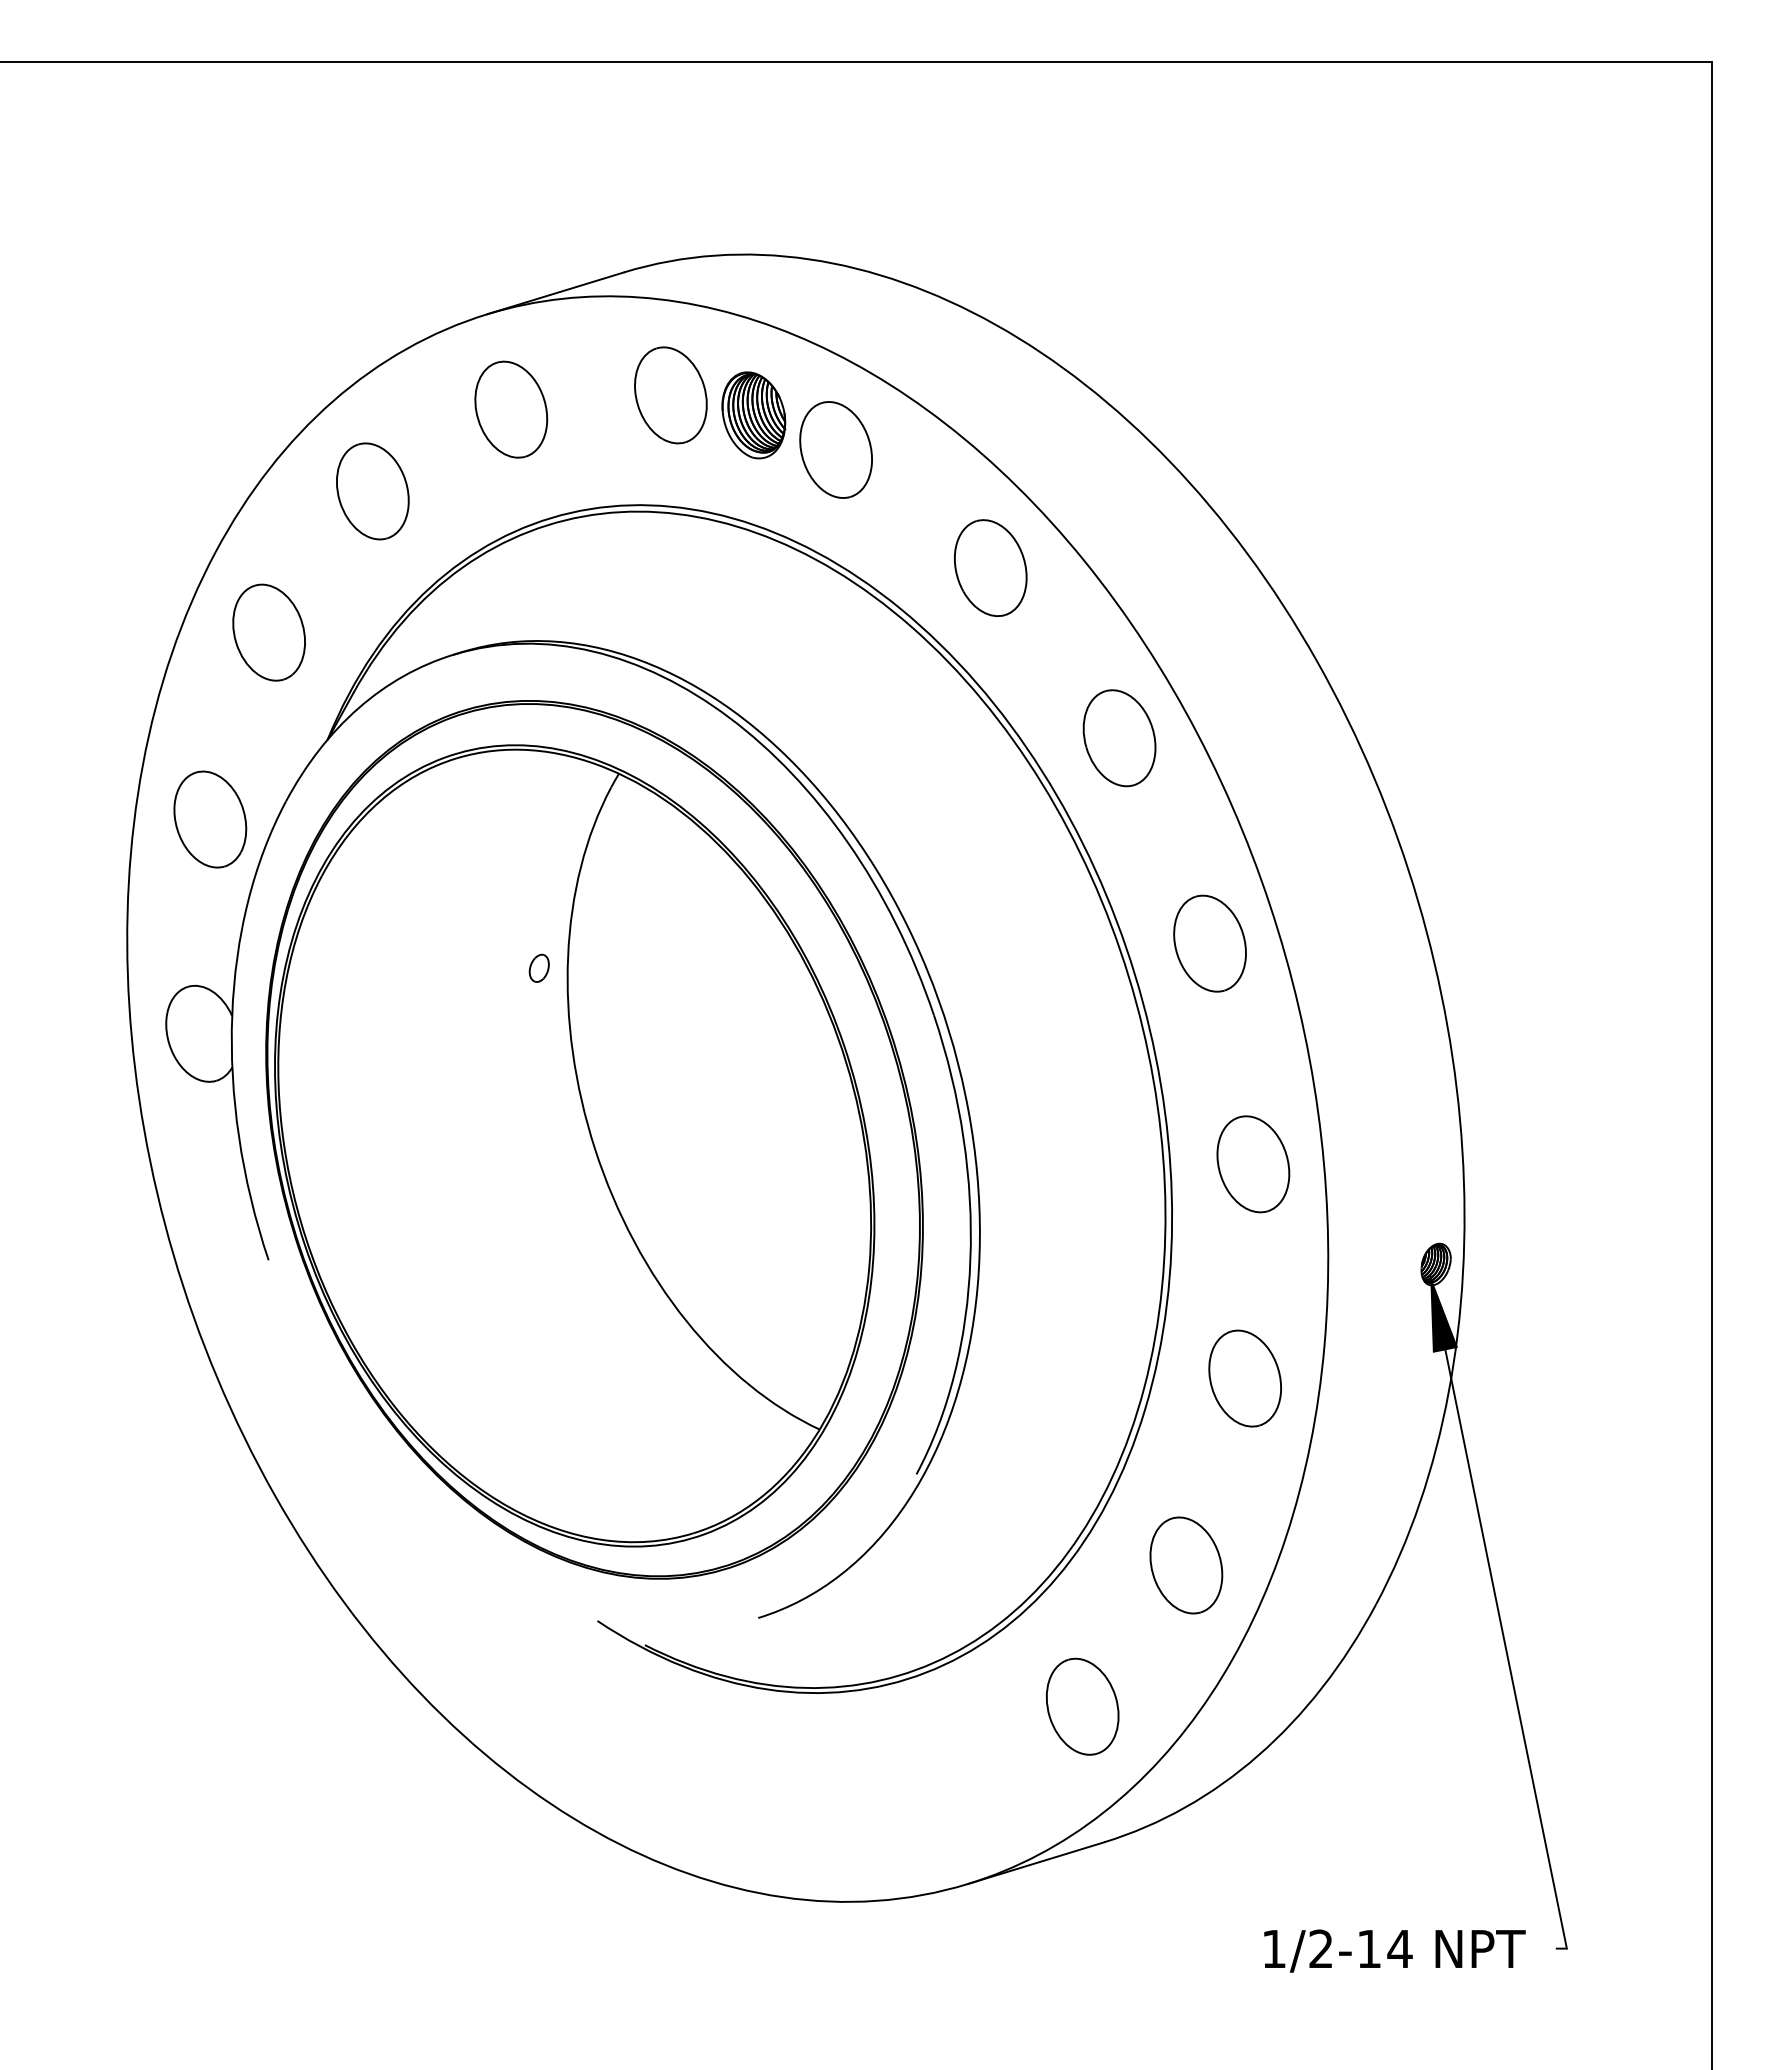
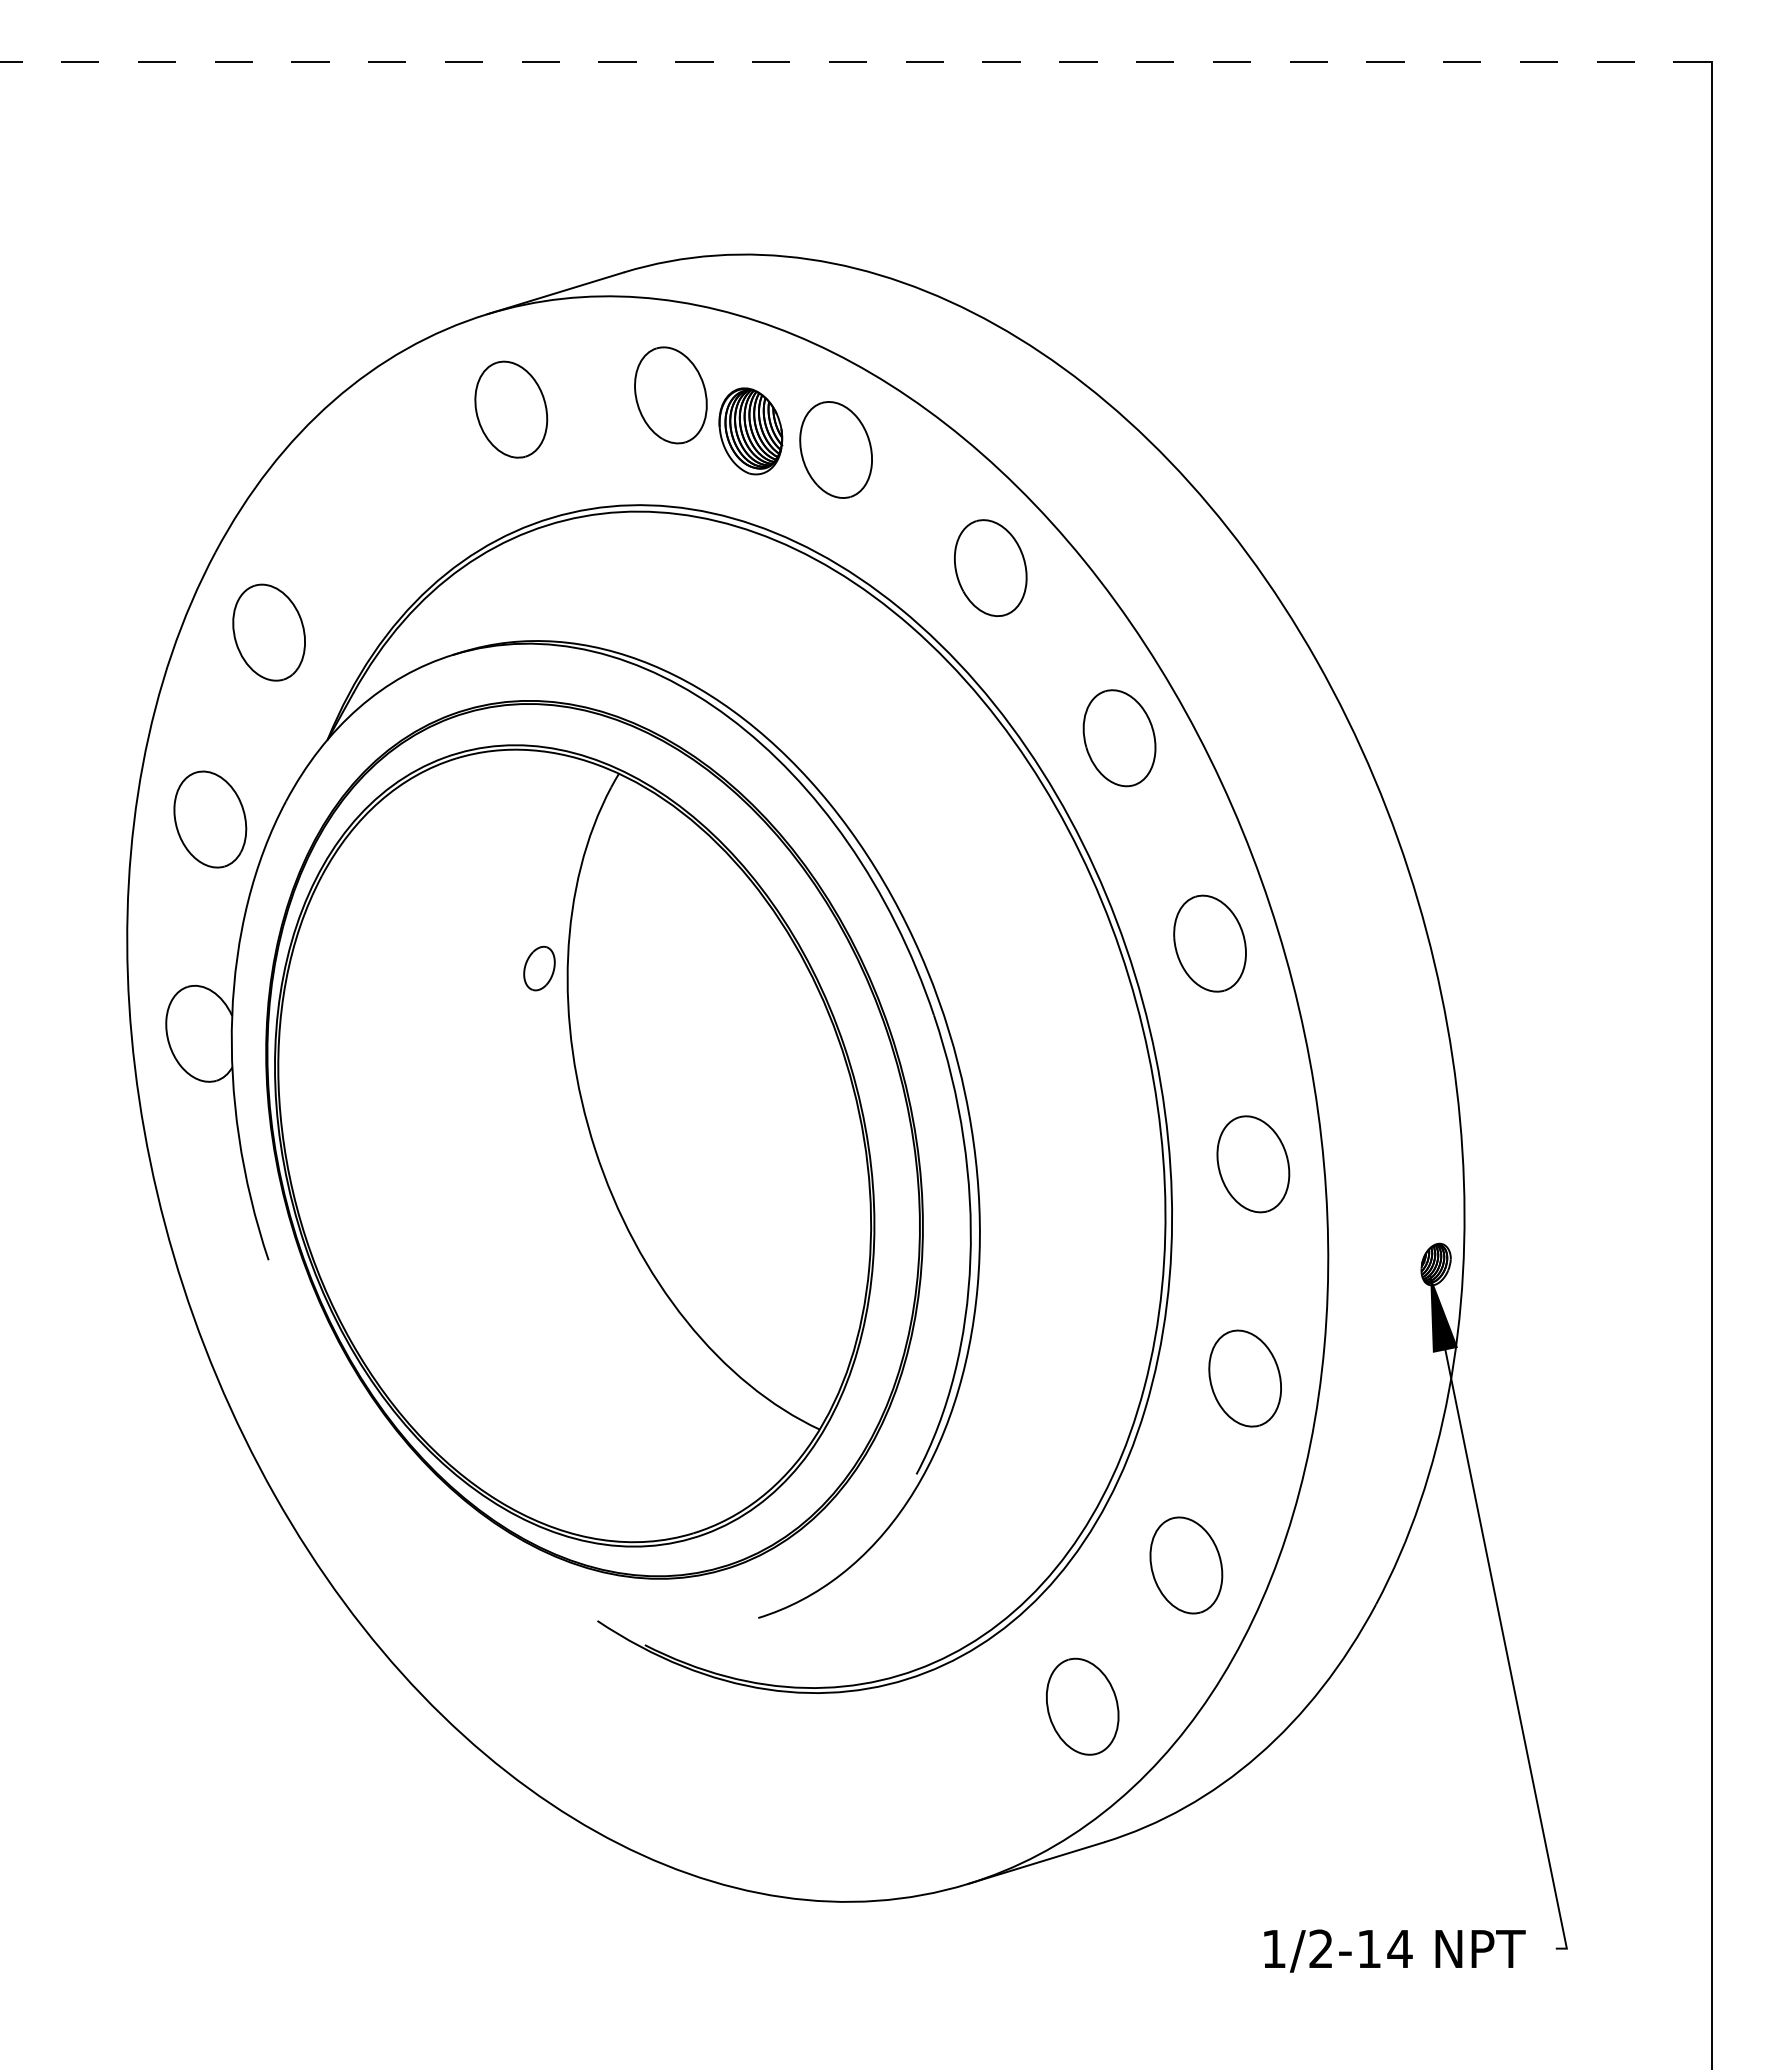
line at (855, 62): solid -> dashed
part at (753, 415) position: (753, 415) -> (750, 431)
part at (372, 491): present -> none
part at (538, 967) size: 22x30 px -> 33x47 px
